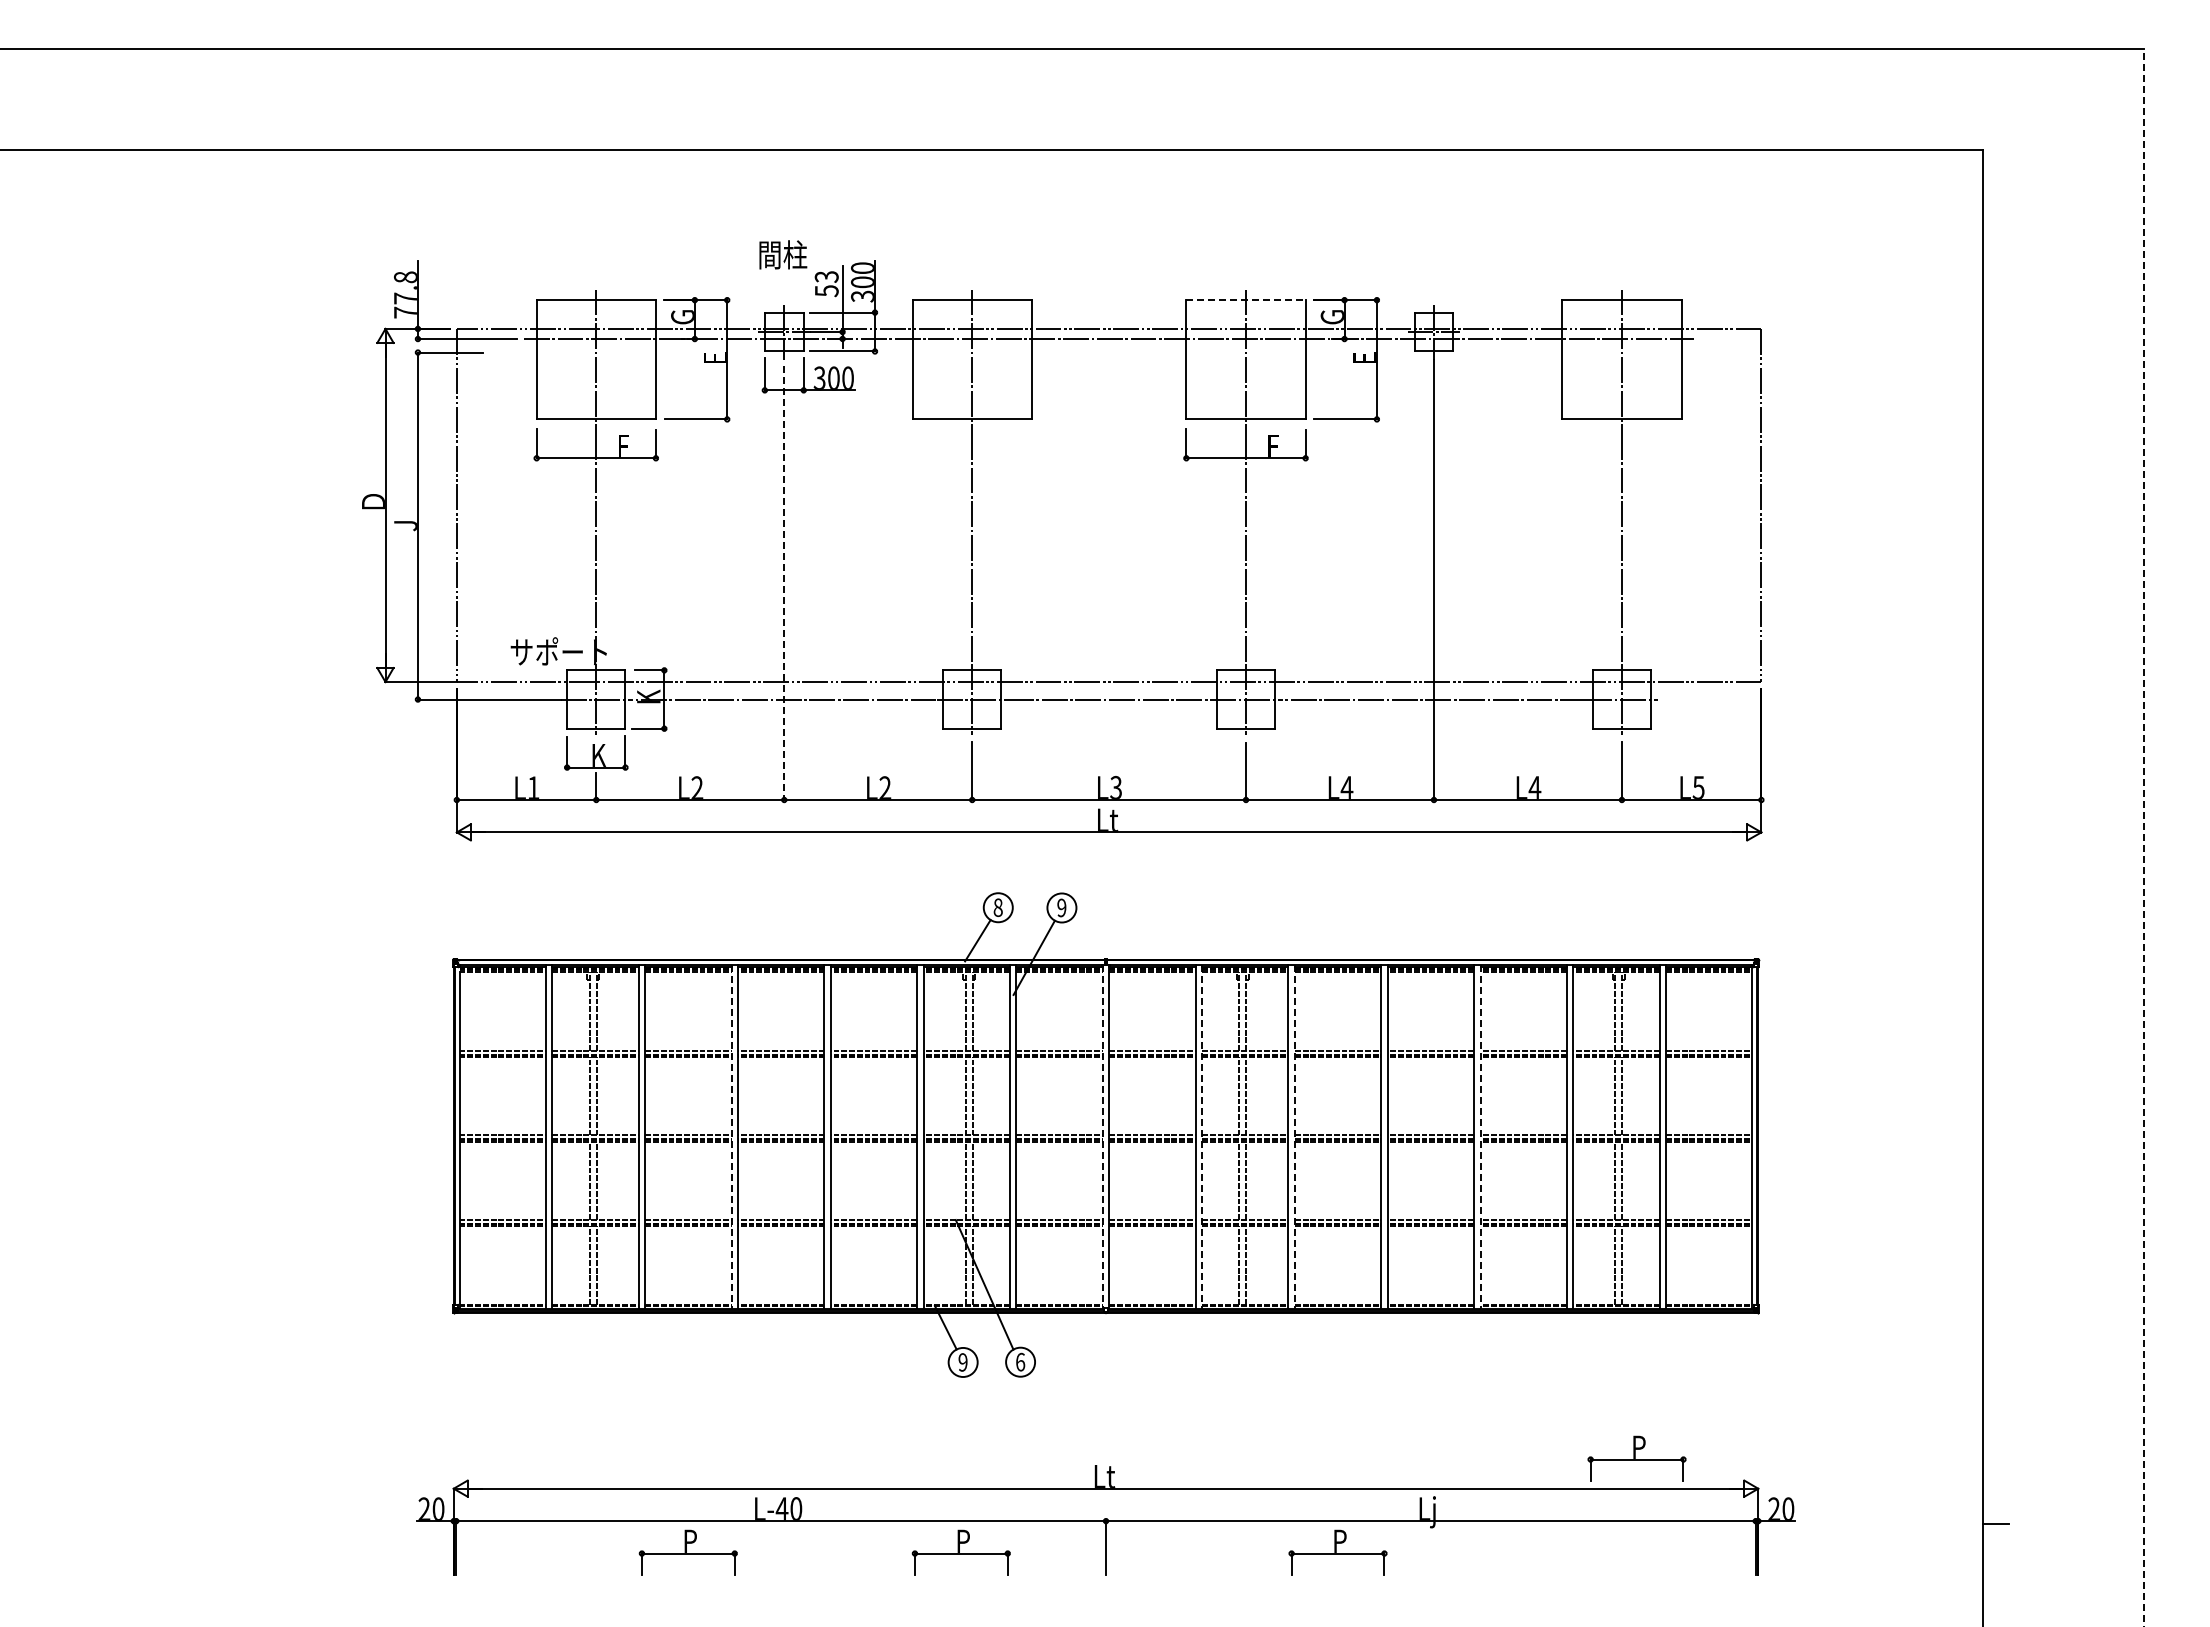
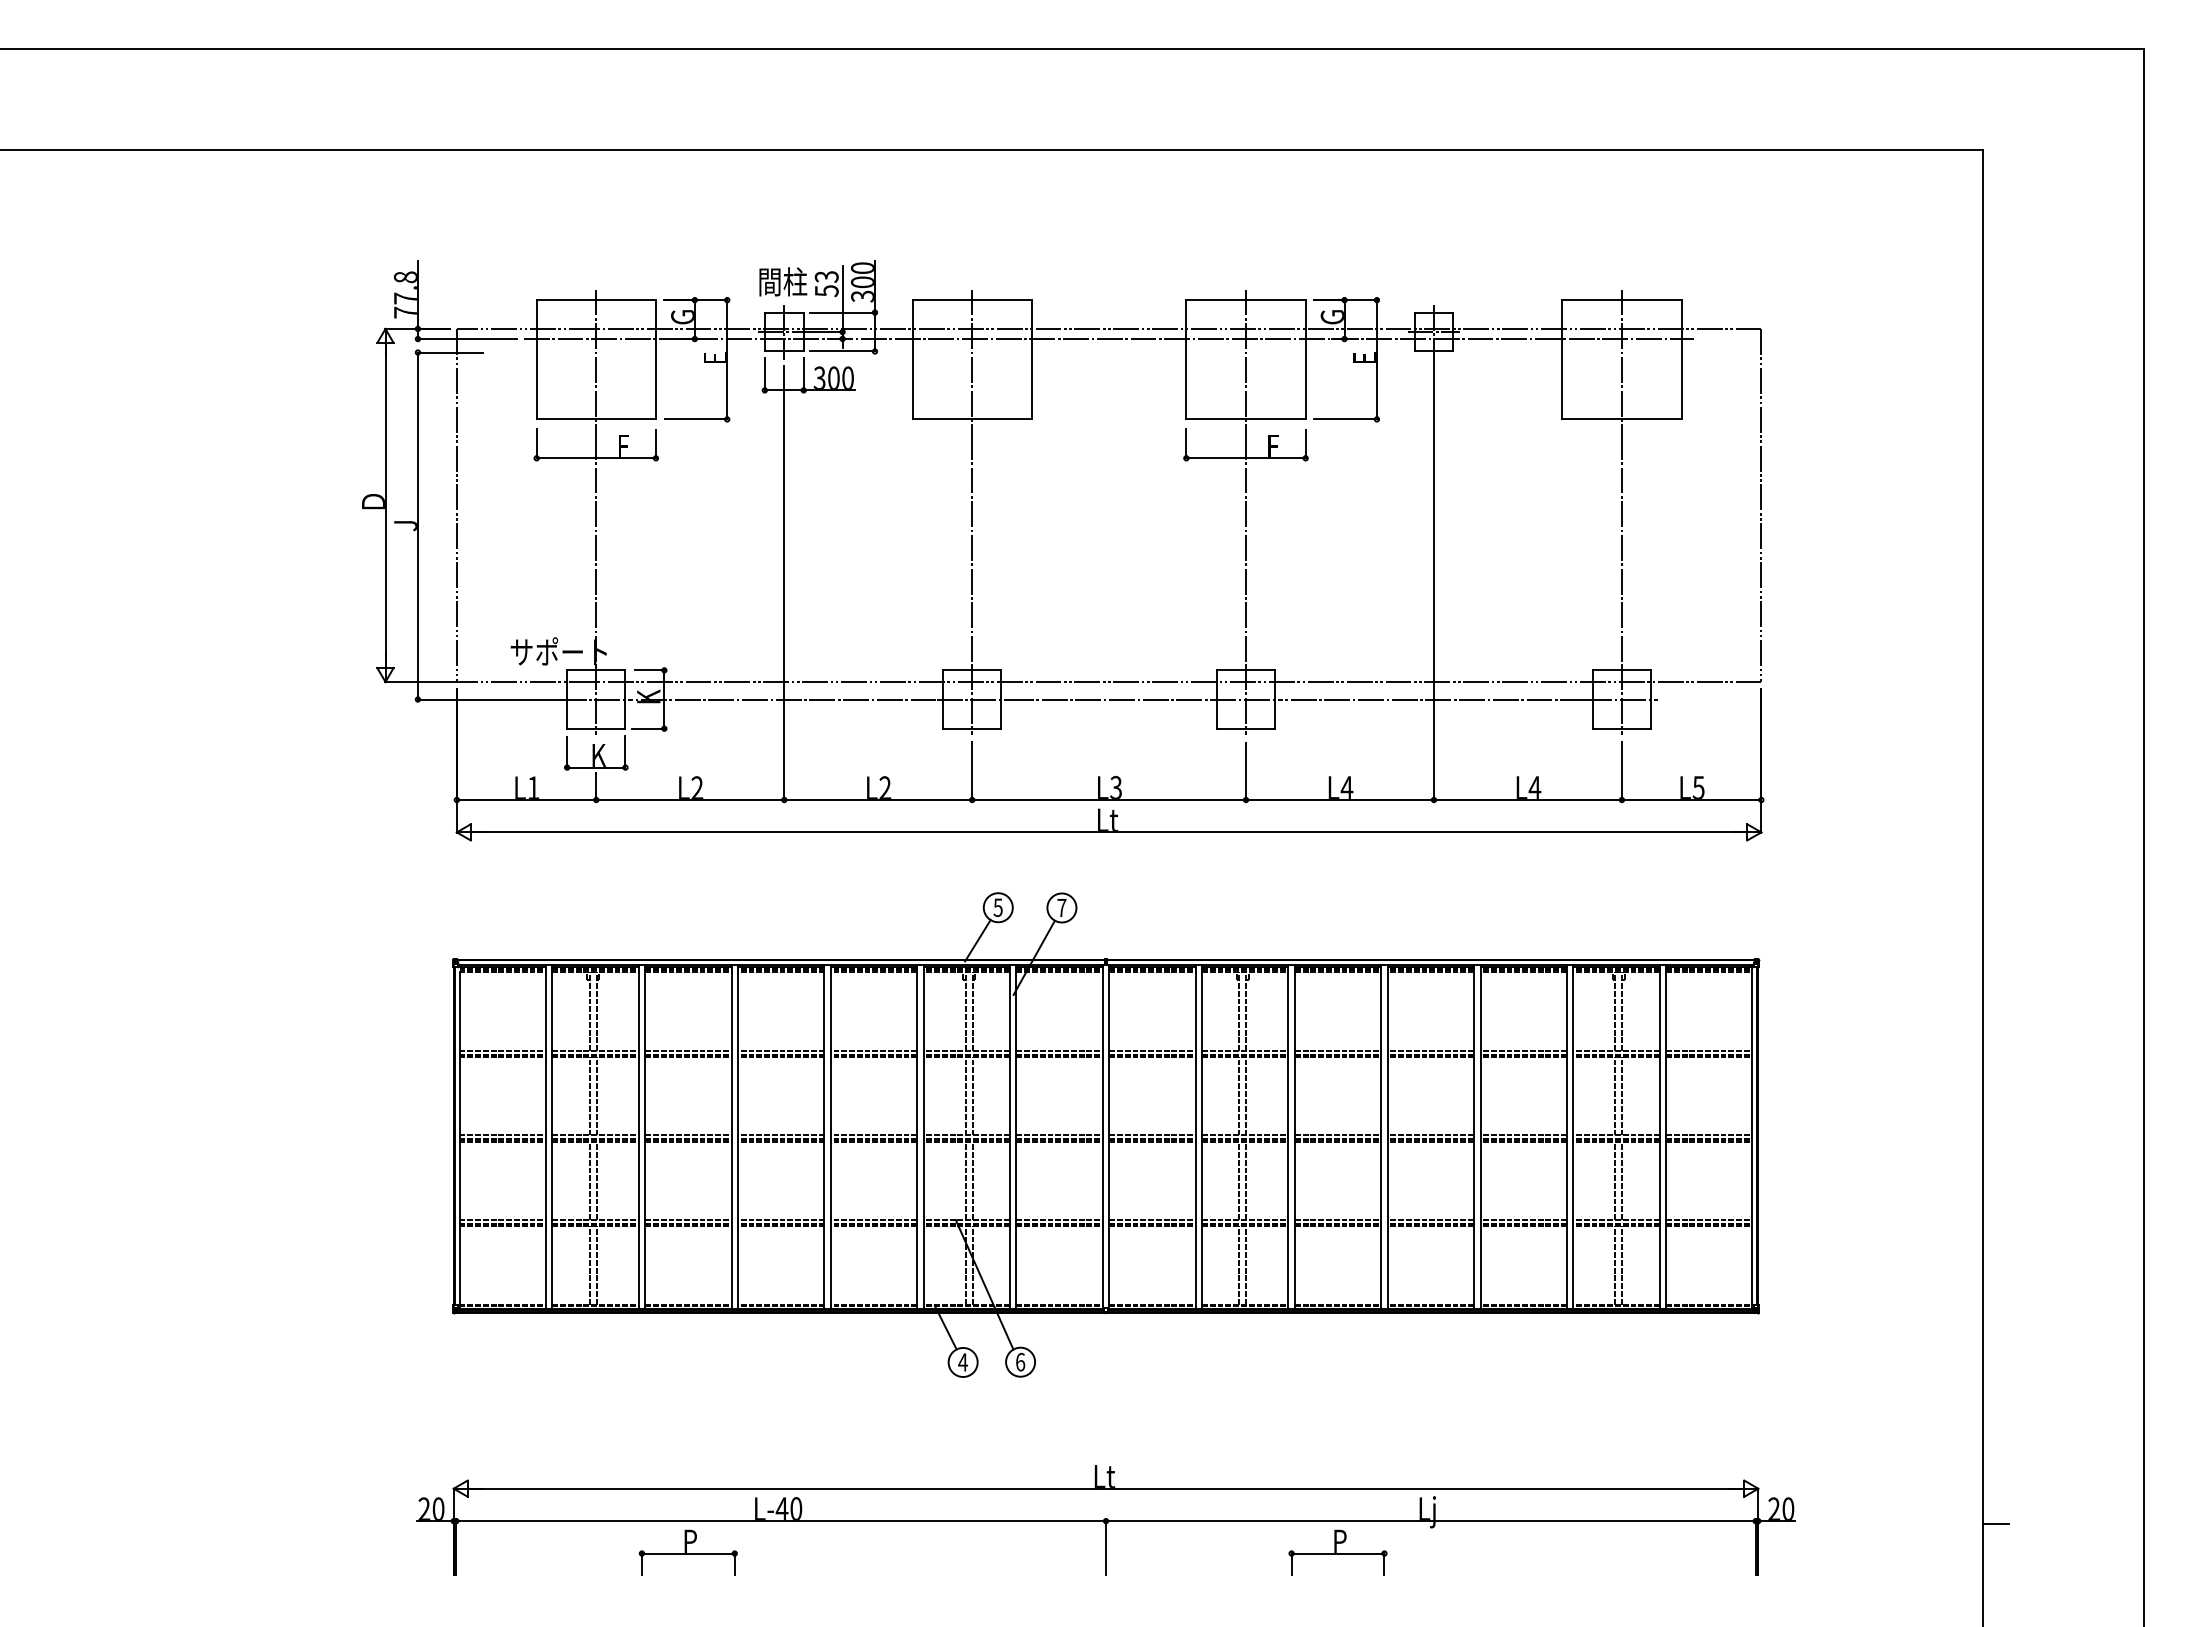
text at (783, 254) position: (783, 254) -> (783, 281)
line at (1246, 300): dashed -> solid
line at (784, 583): dashed -> solid
line at (2143, 837): dashed -> solid
text at (997, 907): 8 -> 5
text at (1061, 907): 9 -> 7
line at (731, 1137): dashed -> solid
line at (1102, 1137): dashed -> solid
line at (1202, 1137): dashed -> solid
line at (1294, 1137): dashed -> solid
line at (1480, 1137): dashed -> solid
text at (962, 1362): 9 -> 4
part at (1636, 1458): present -> none
part at (960, 1552): present -> none
